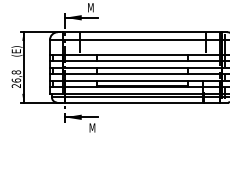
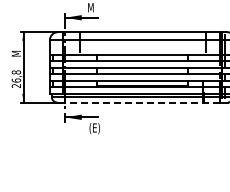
text at (16, 51): (E) -> M
line at (142, 102): solid -> dashed
text at (94, 128): M -> (E)
